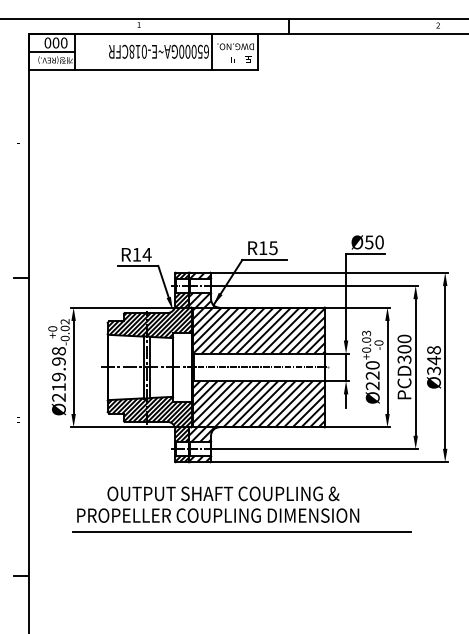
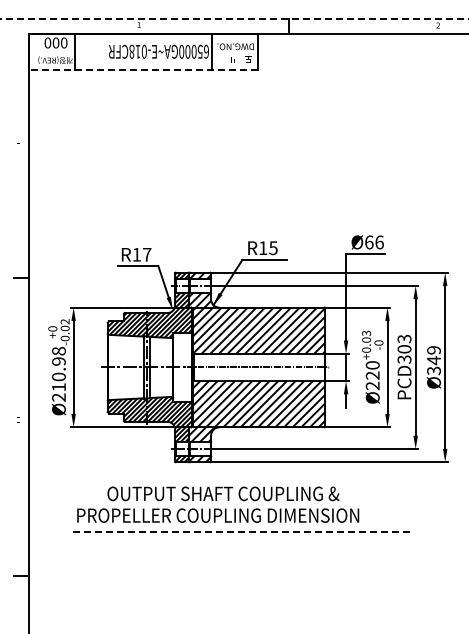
line at (234, 19): solid -> dashed
line at (51, 52): present -> none
line at (143, 69): solid -> dashed
text at (374, 242): Ø50 -> Ø66
text at (146, 254): R14 -> R17
text at (404, 338): PCD300 -> PCD303
text at (433, 350): Ø348 -> Ø349
text at (58, 376): Ø219.98 -> Ø210.98
line at (242, 532): solid -> dashed
